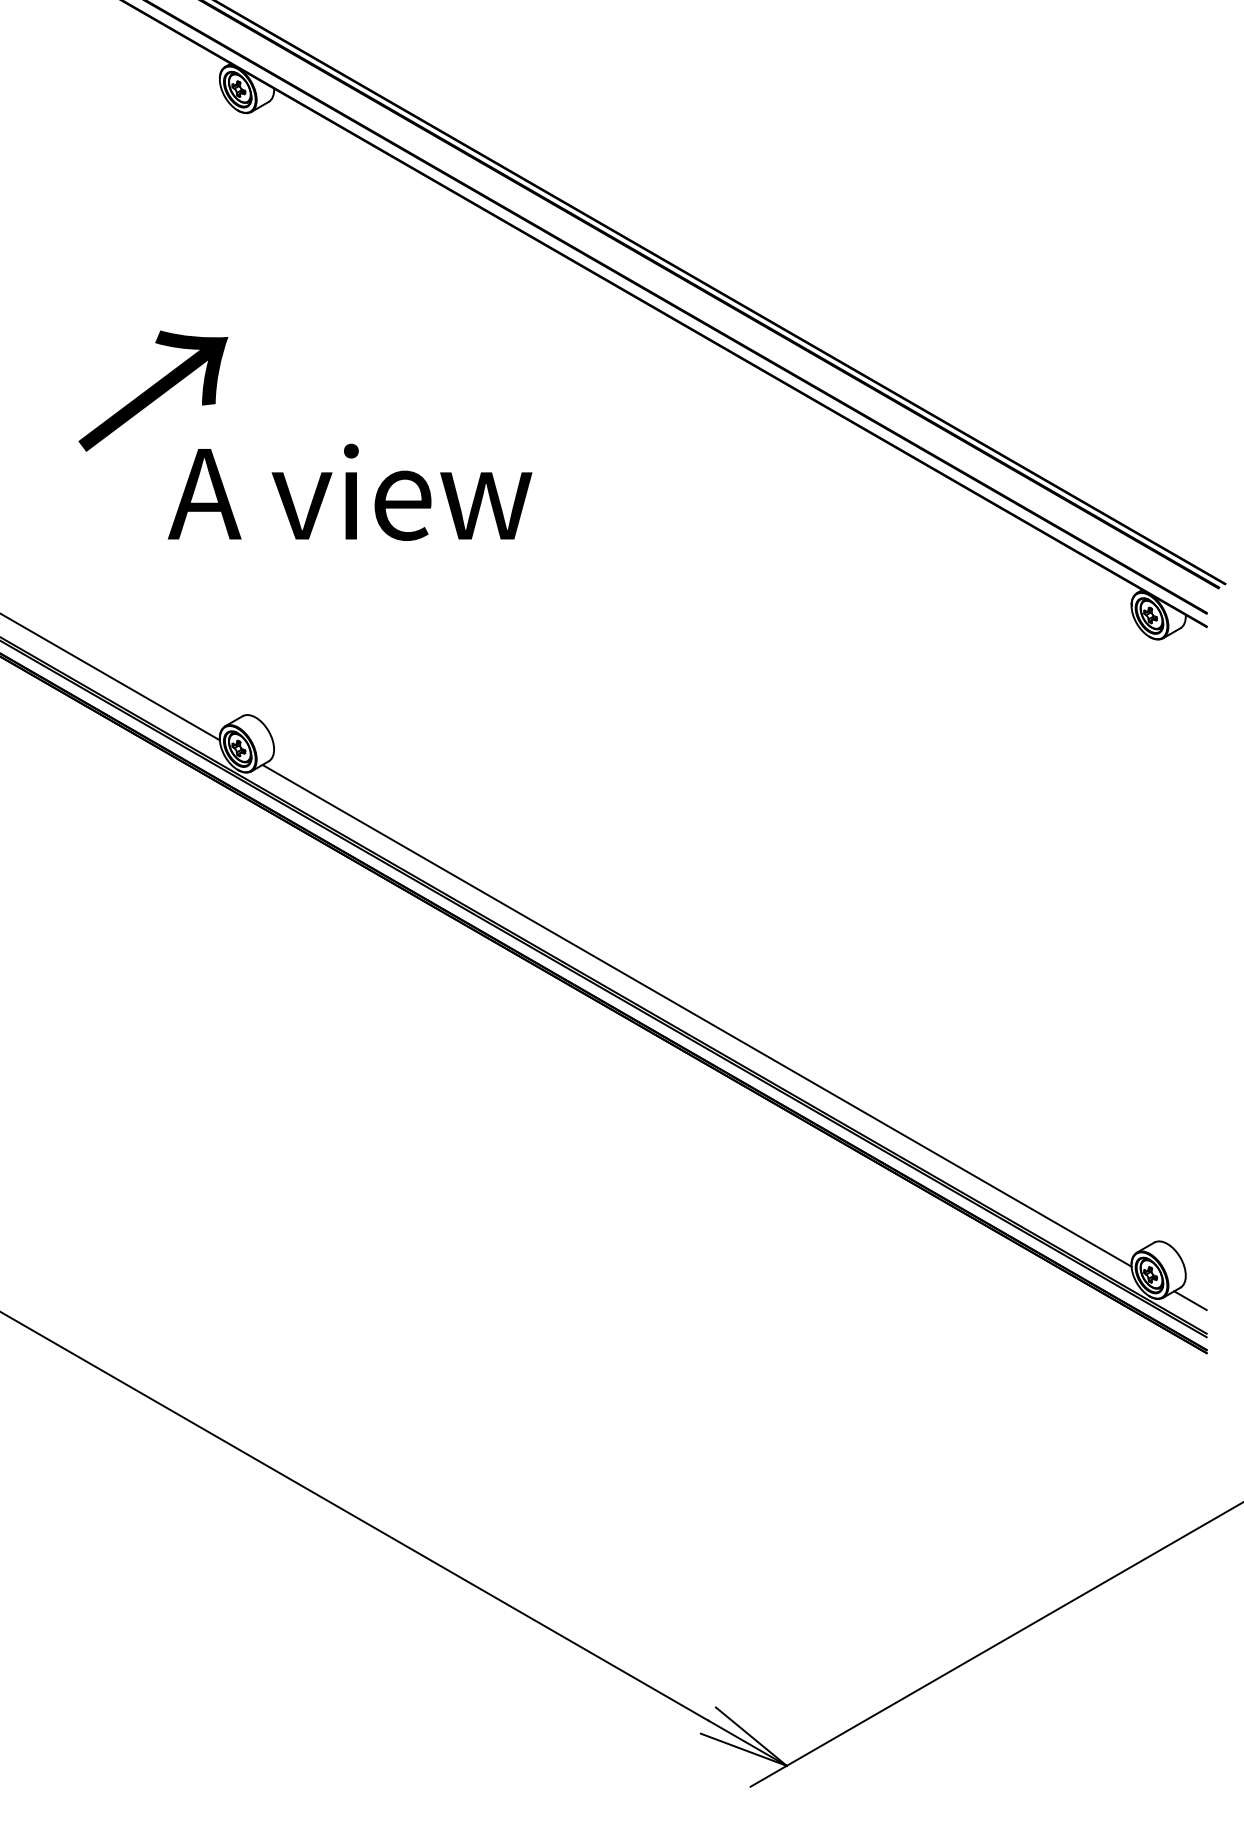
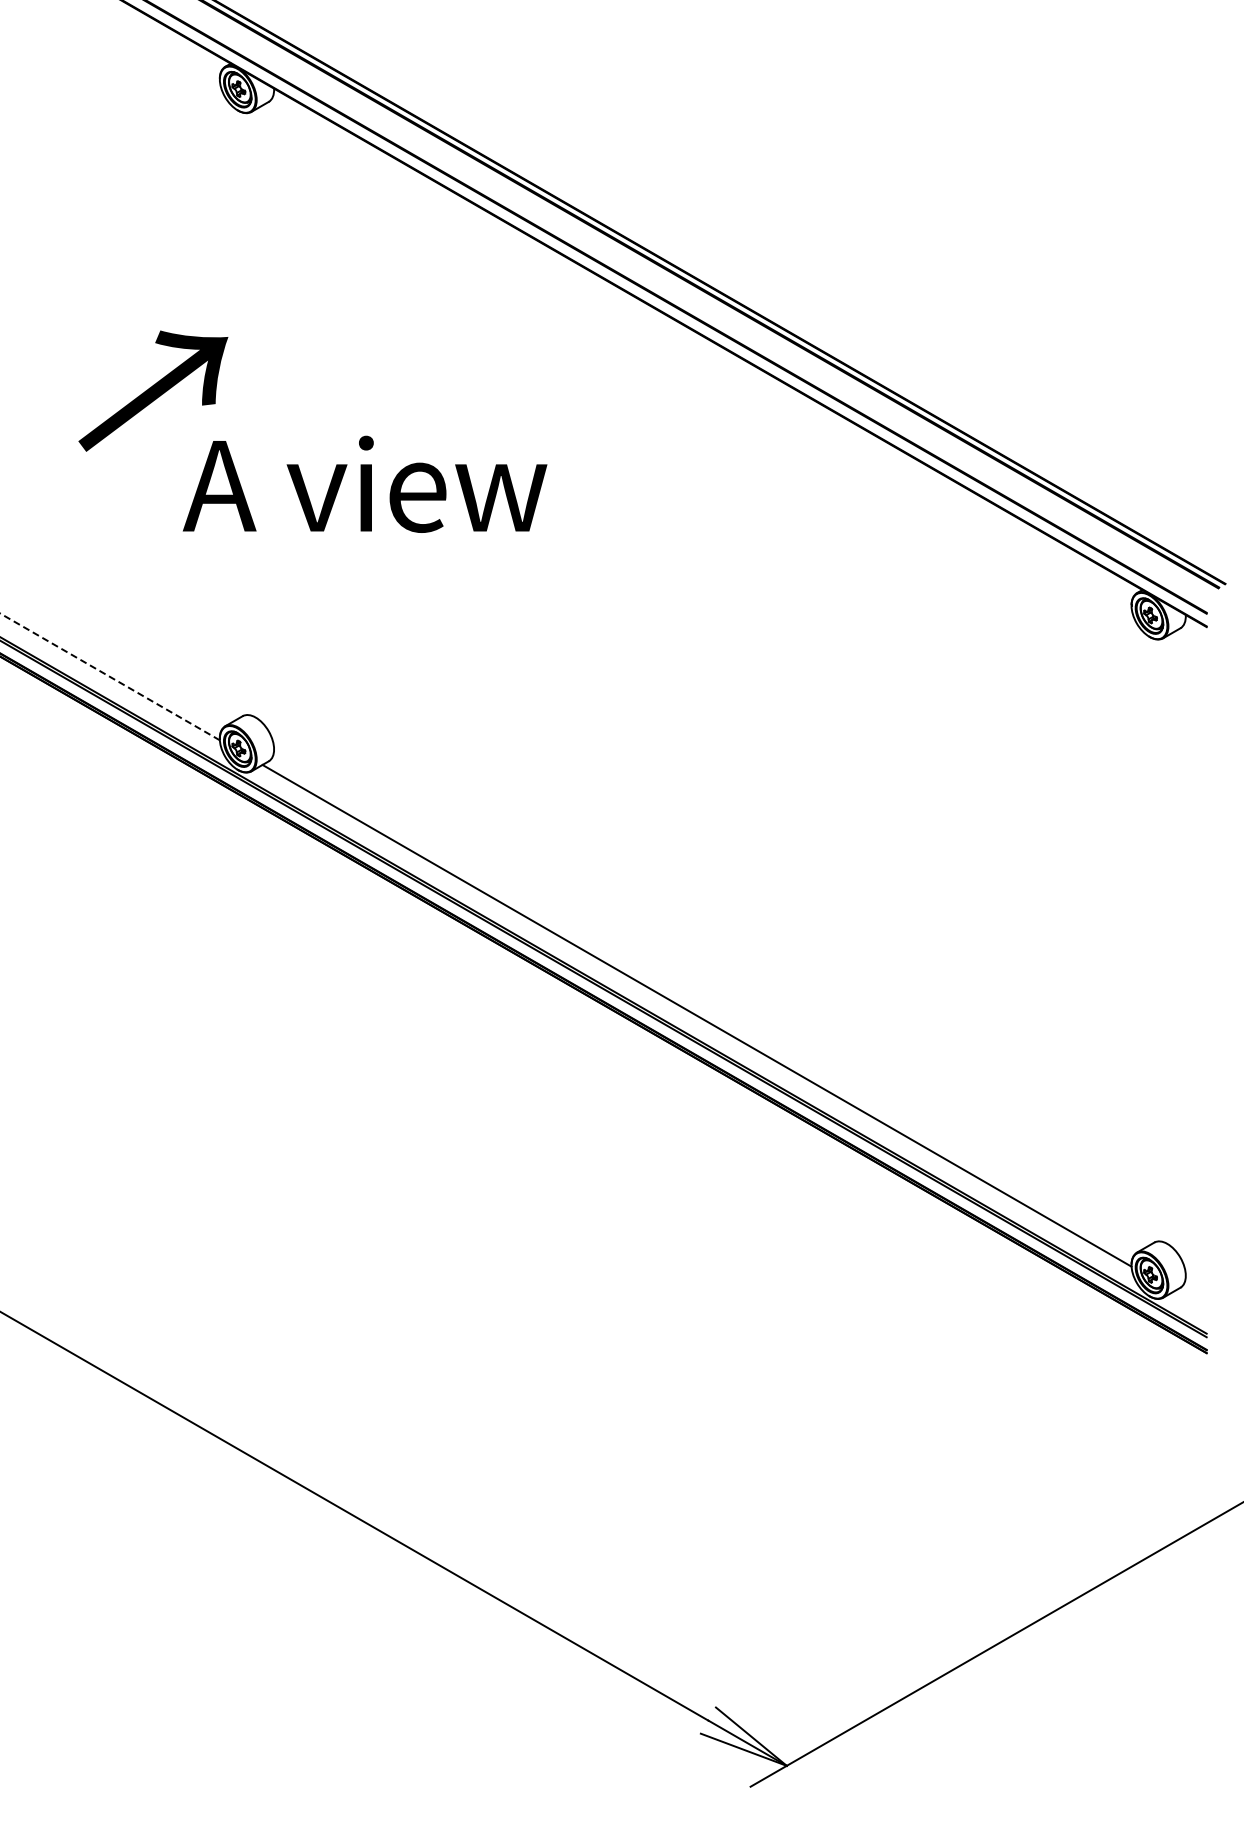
text at (349, 491) position: (349, 491) -> (364, 483)
line at (109, 676): solid -> dashed
line at (1190, 1300): present -> none
